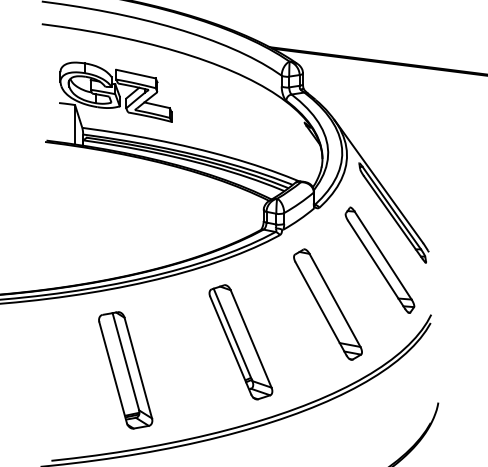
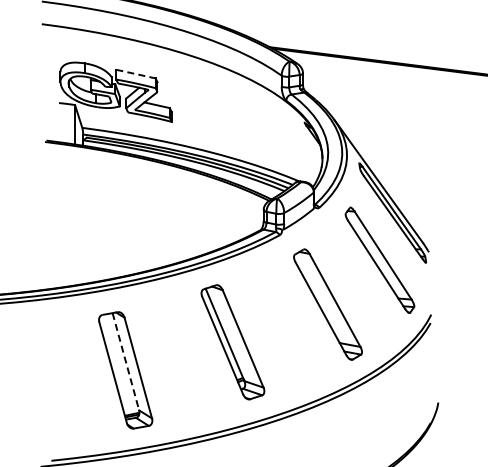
line at (136, 74): solid -> dashed
part at (240, 342) position: (240, 342) -> (232, 342)
line at (126, 362): solid -> dashed
